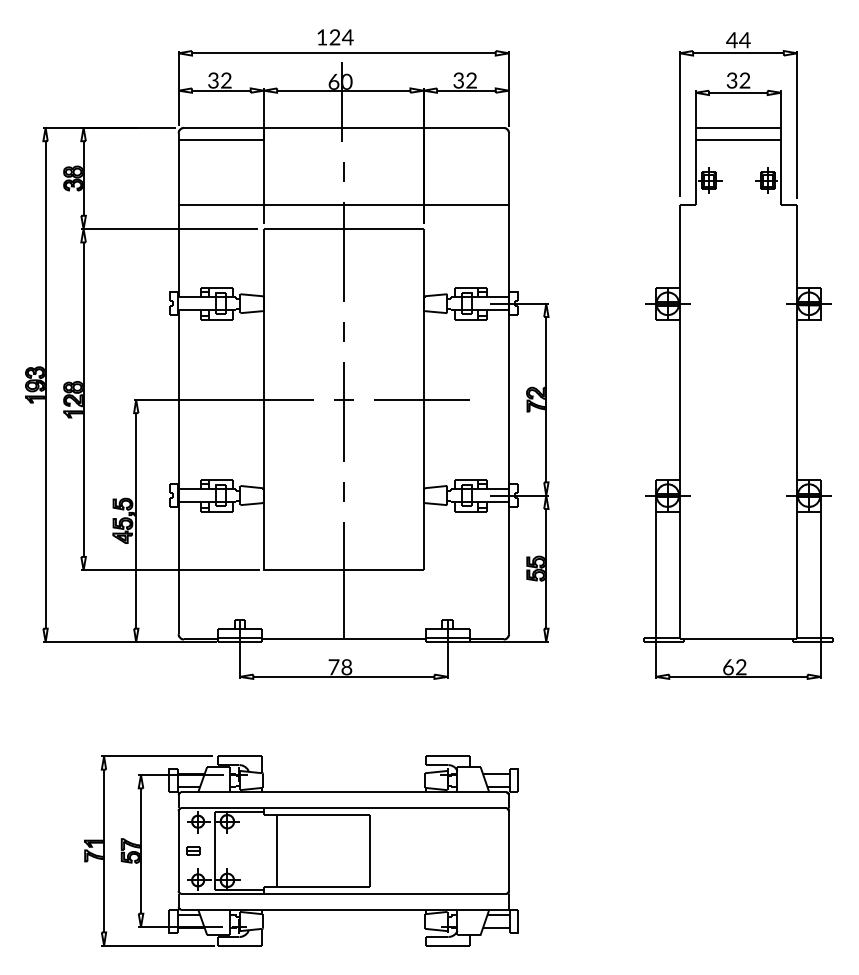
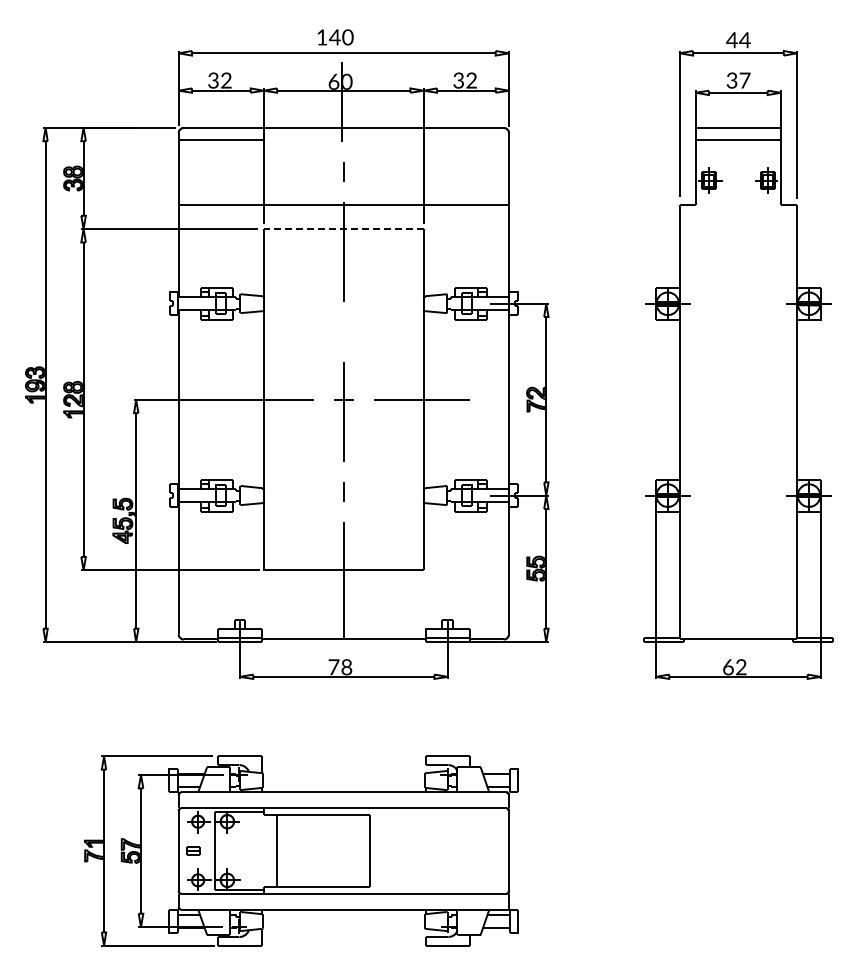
text at (341, 37): 124 -> 140
text at (744, 80): 32 -> 37
line at (343, 229): solid -> dashed
line at (343, 331): present -> none
